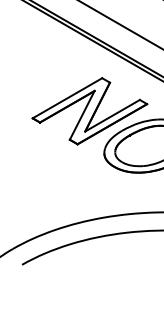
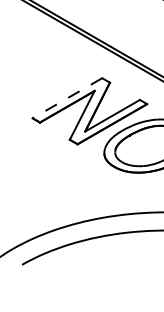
line at (120, 25): present -> none
line at (67, 98): solid -> dashed
